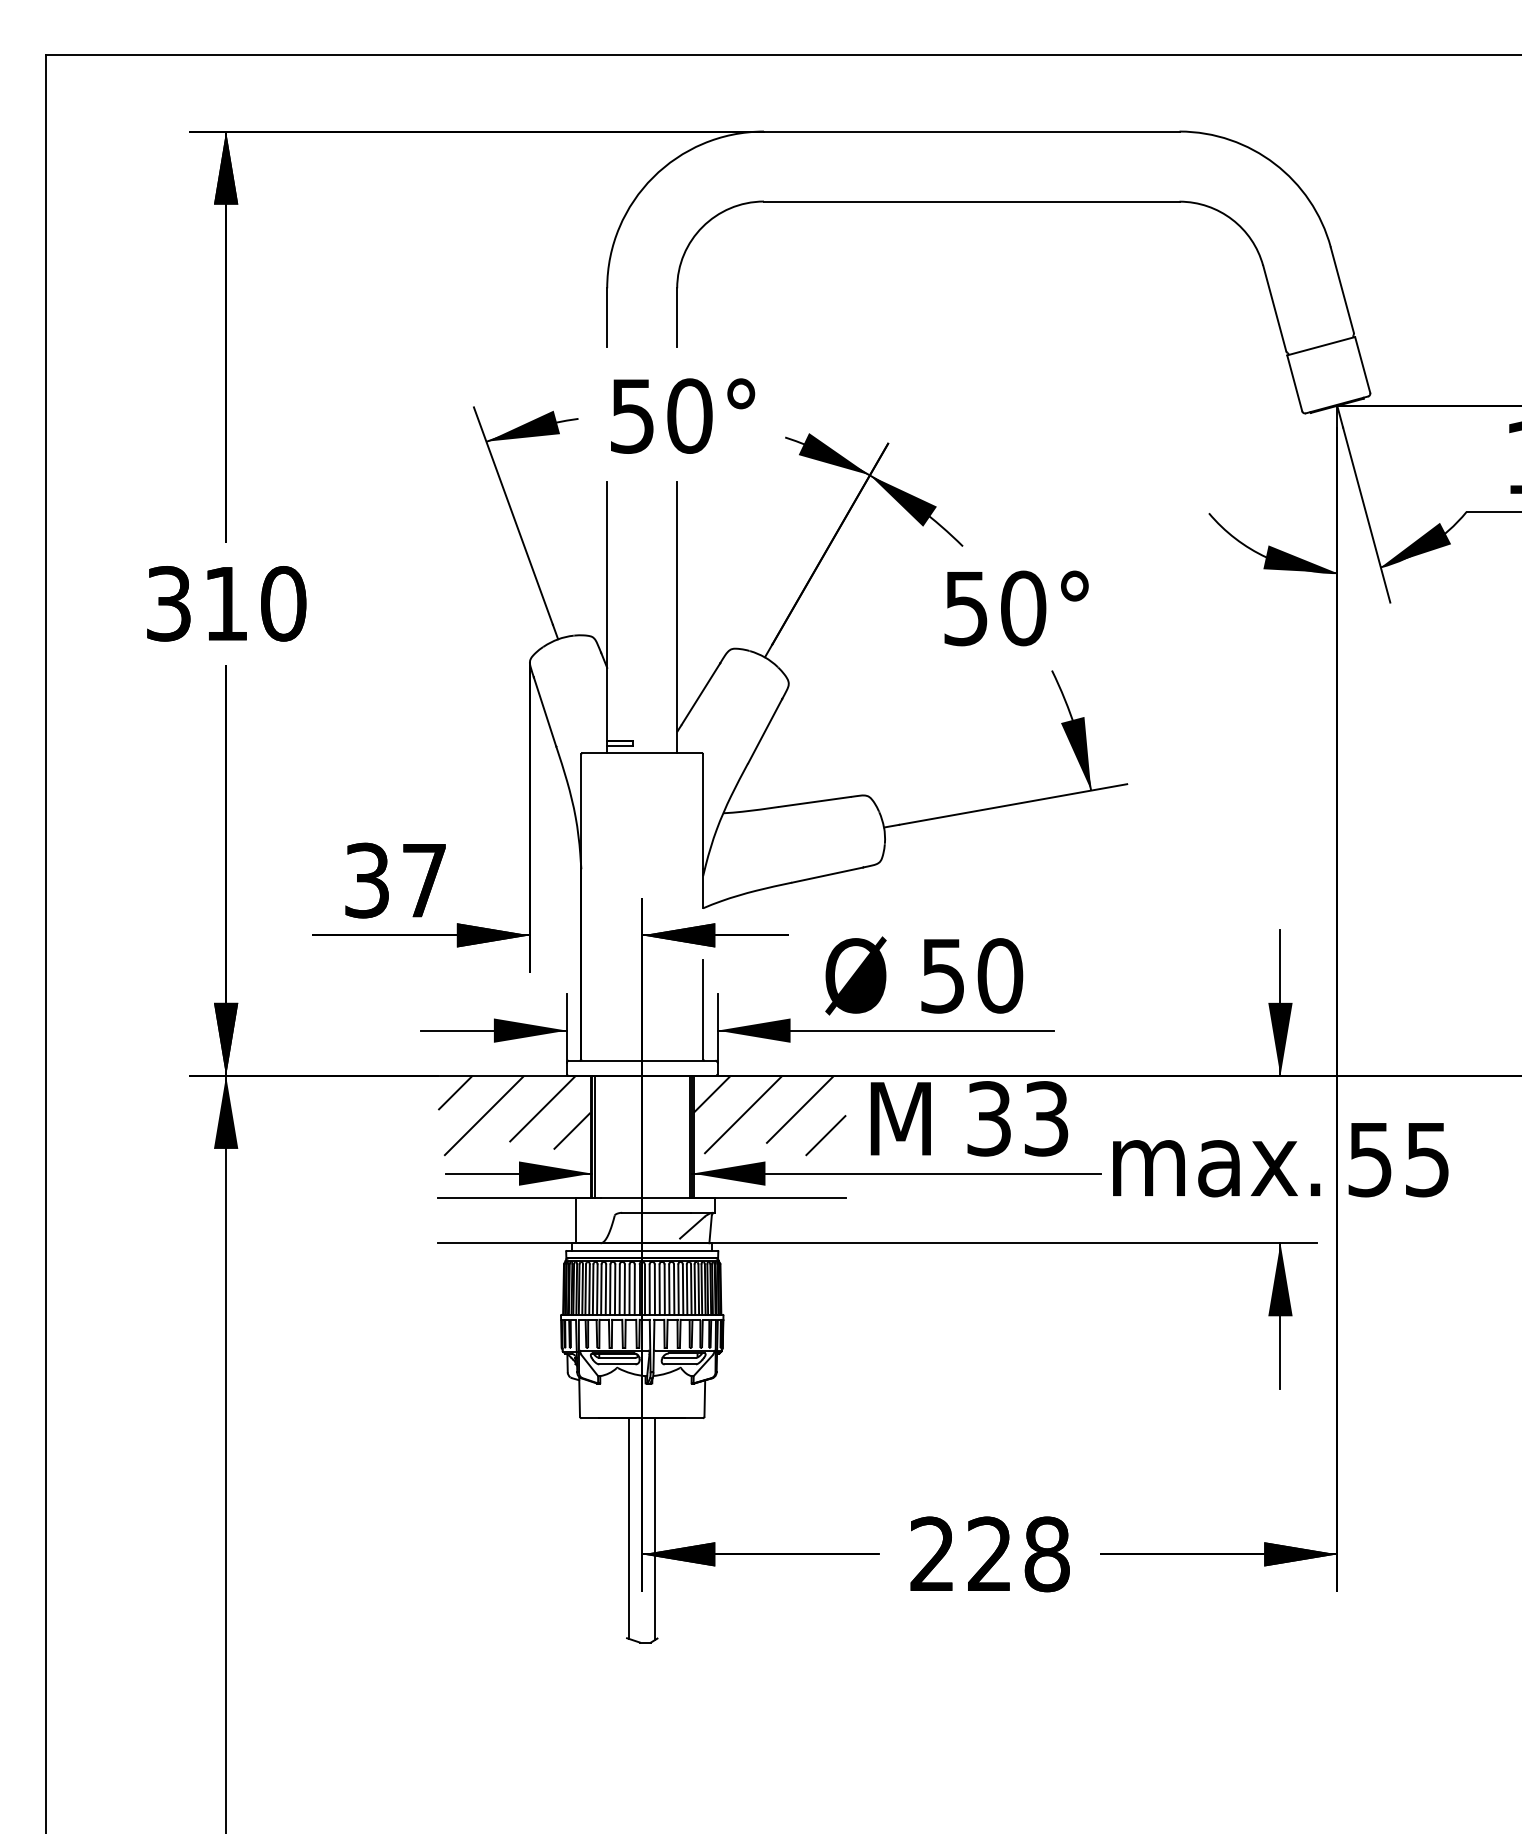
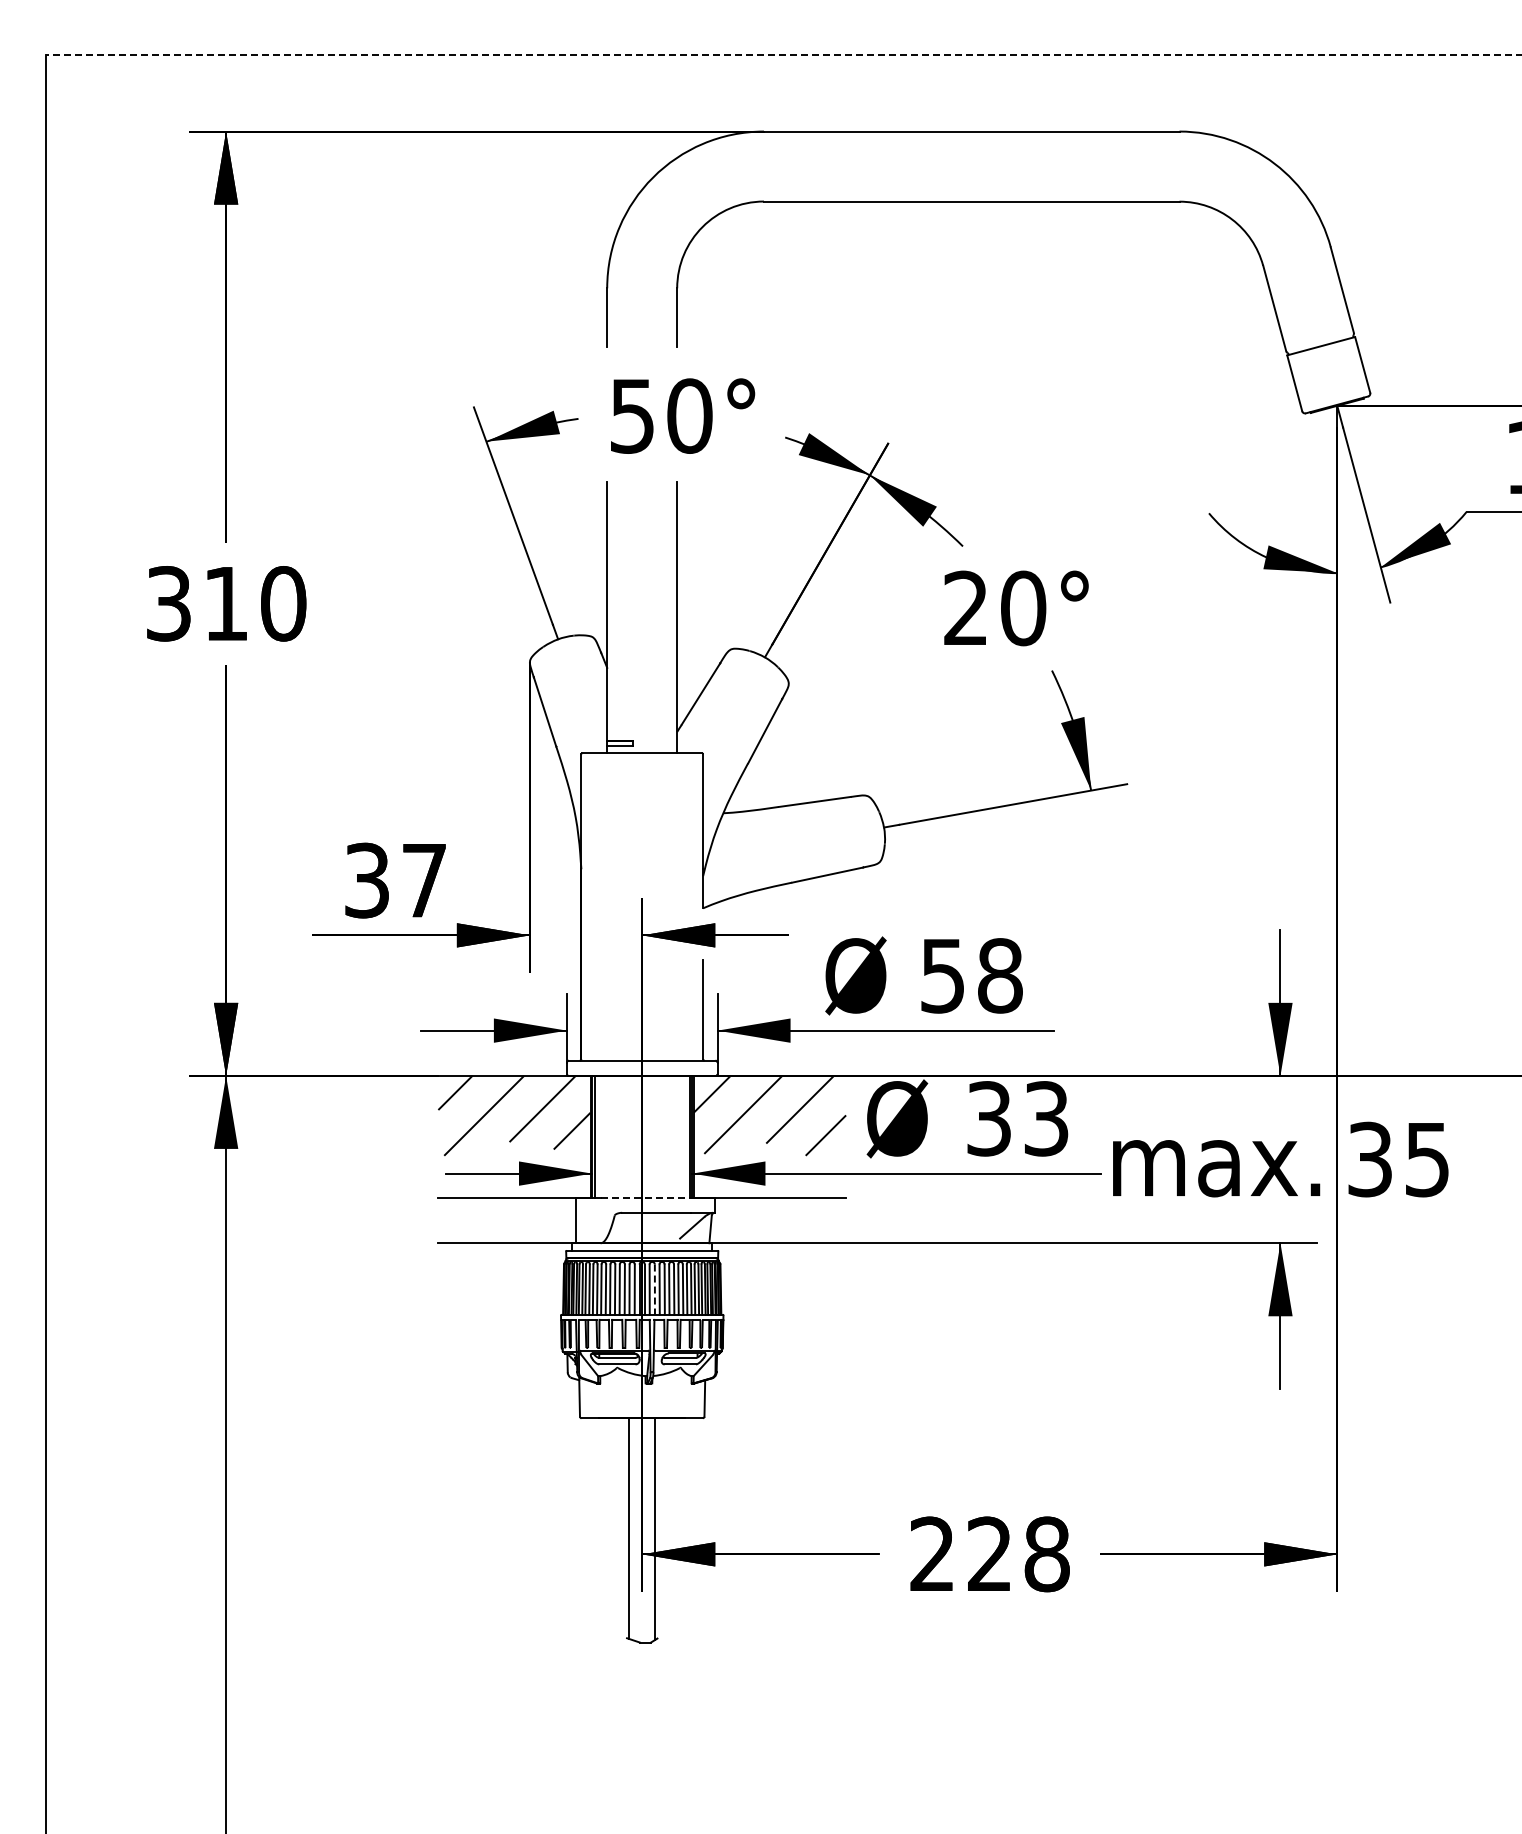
line at (783, 55): solid -> dashed
text at (965, 608): 50° -> 20°
text at (1000, 975): 50 -> 58
text at (898, 1118): M -> Ø
text at (1369, 1158): 55 -> 35
line at (646, 1197): solid -> dashed
line at (654, 1290): solid -> dashed
